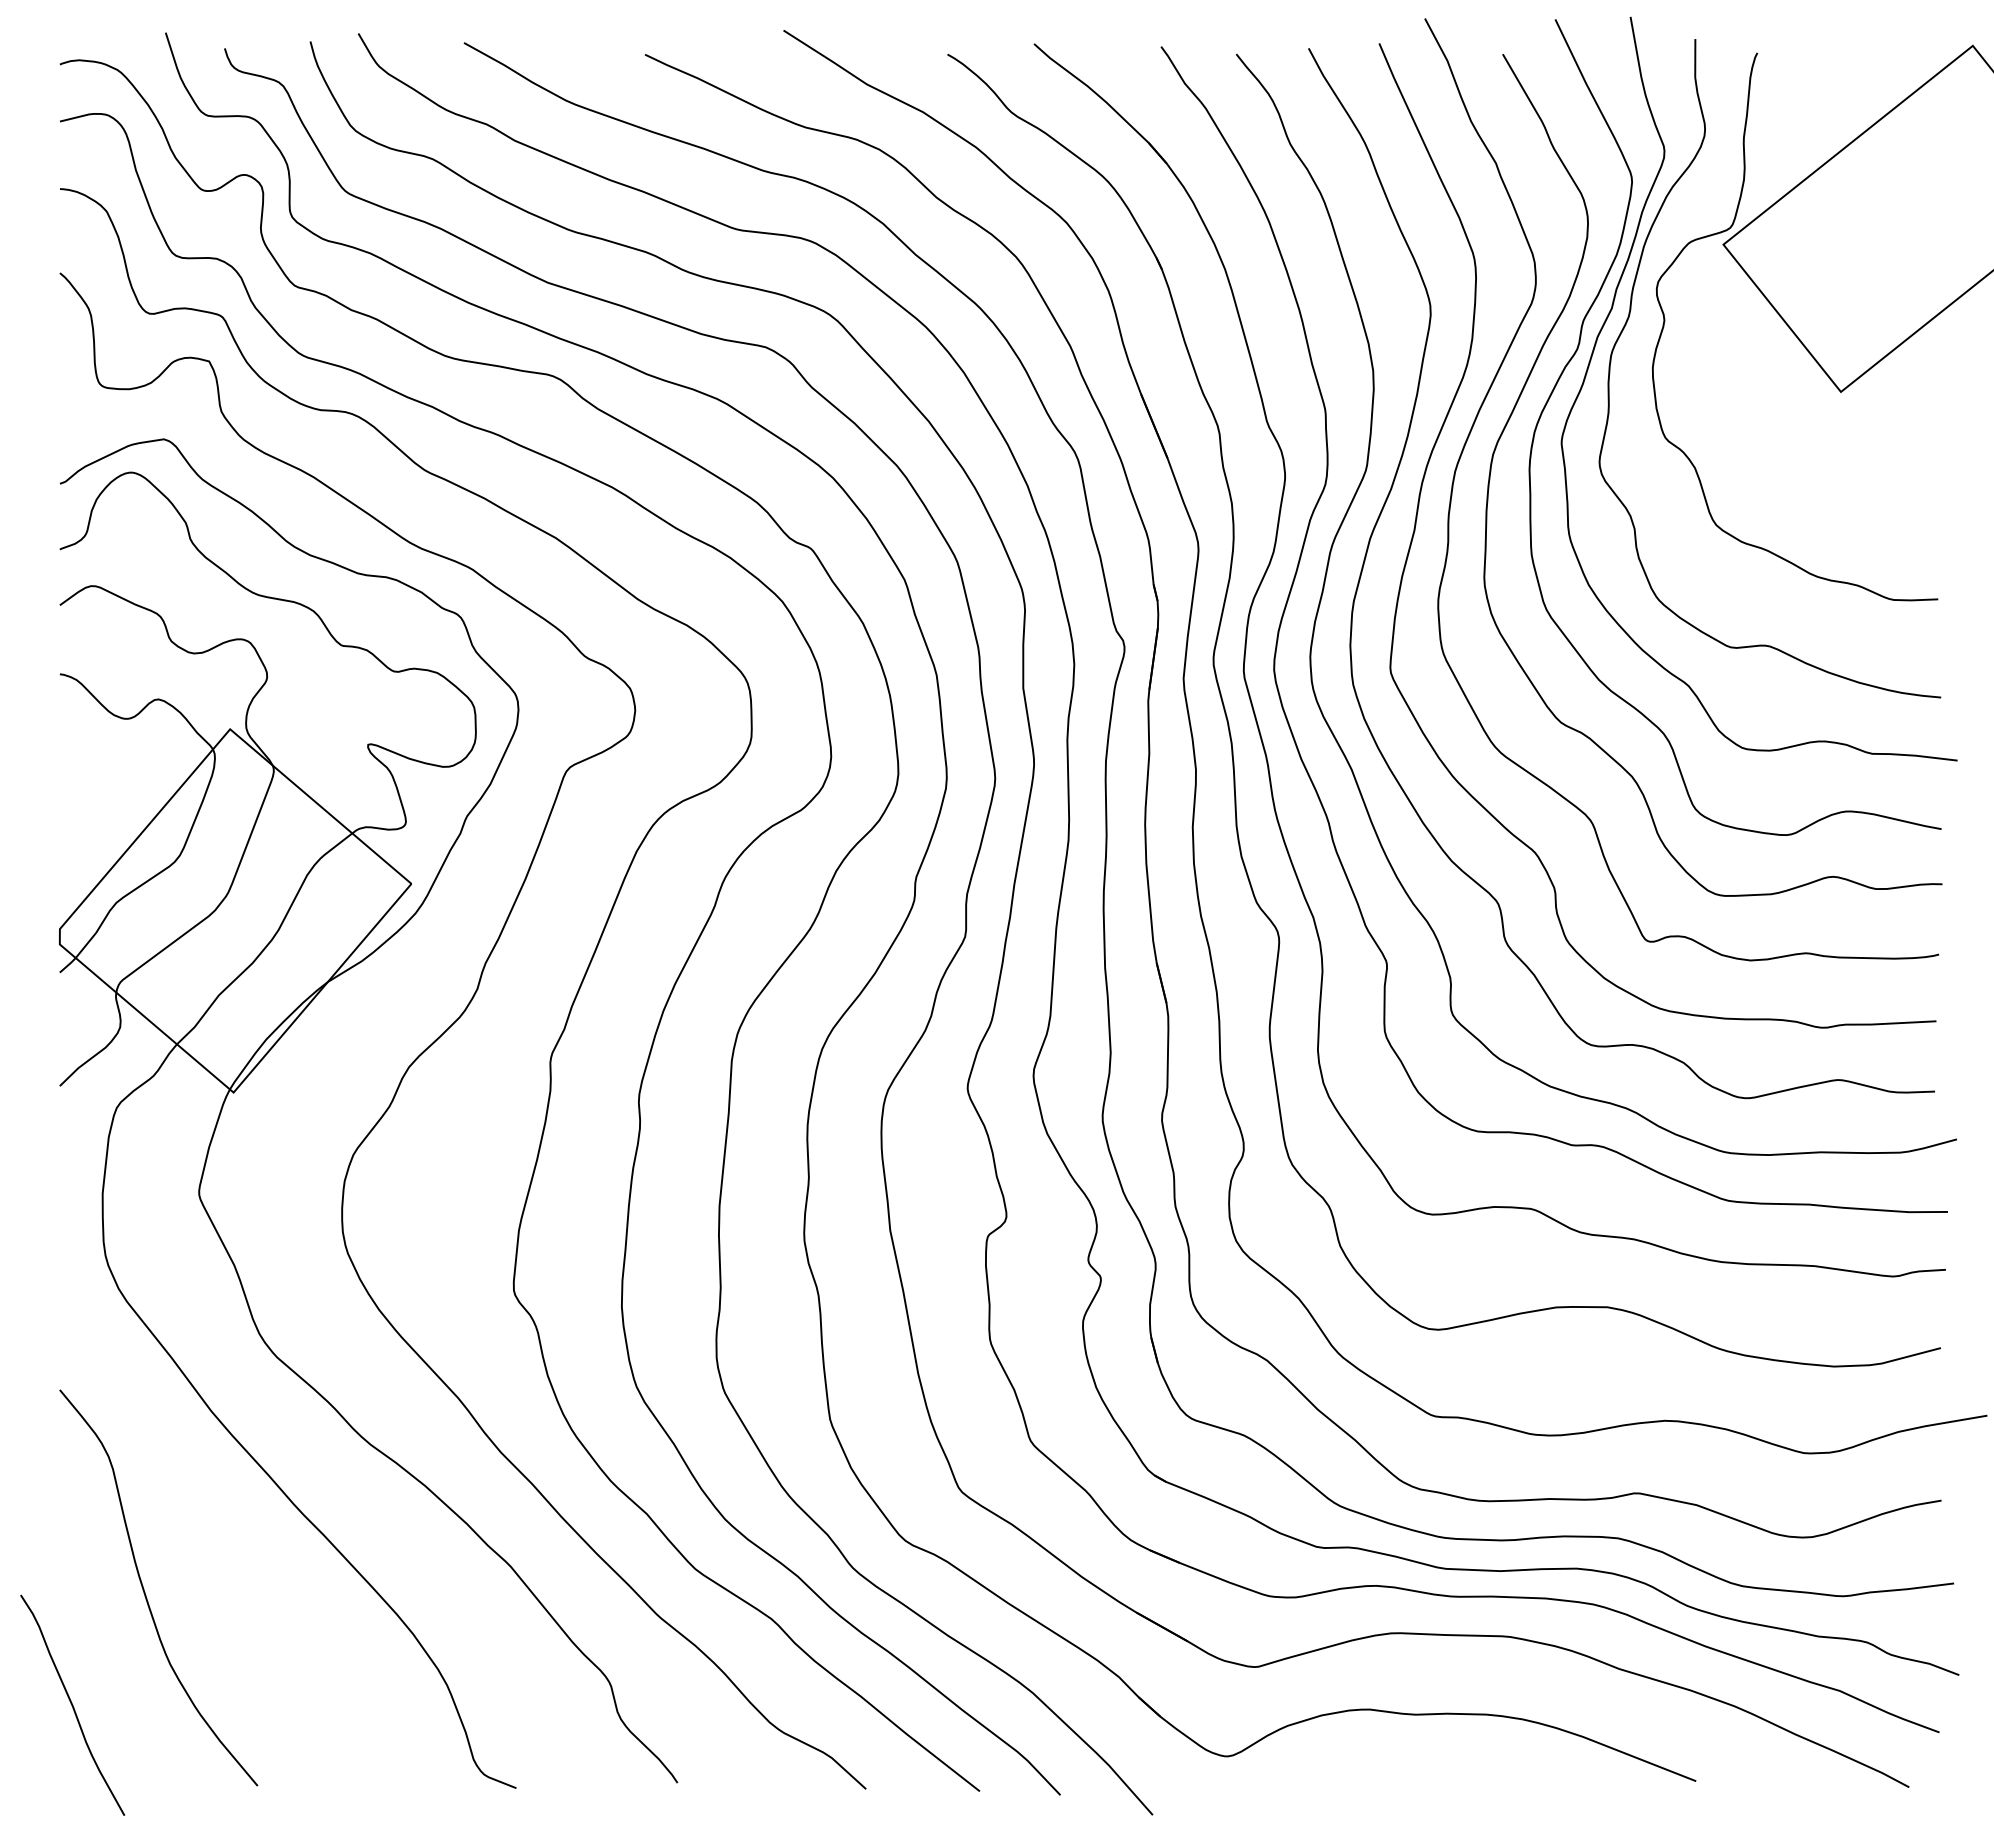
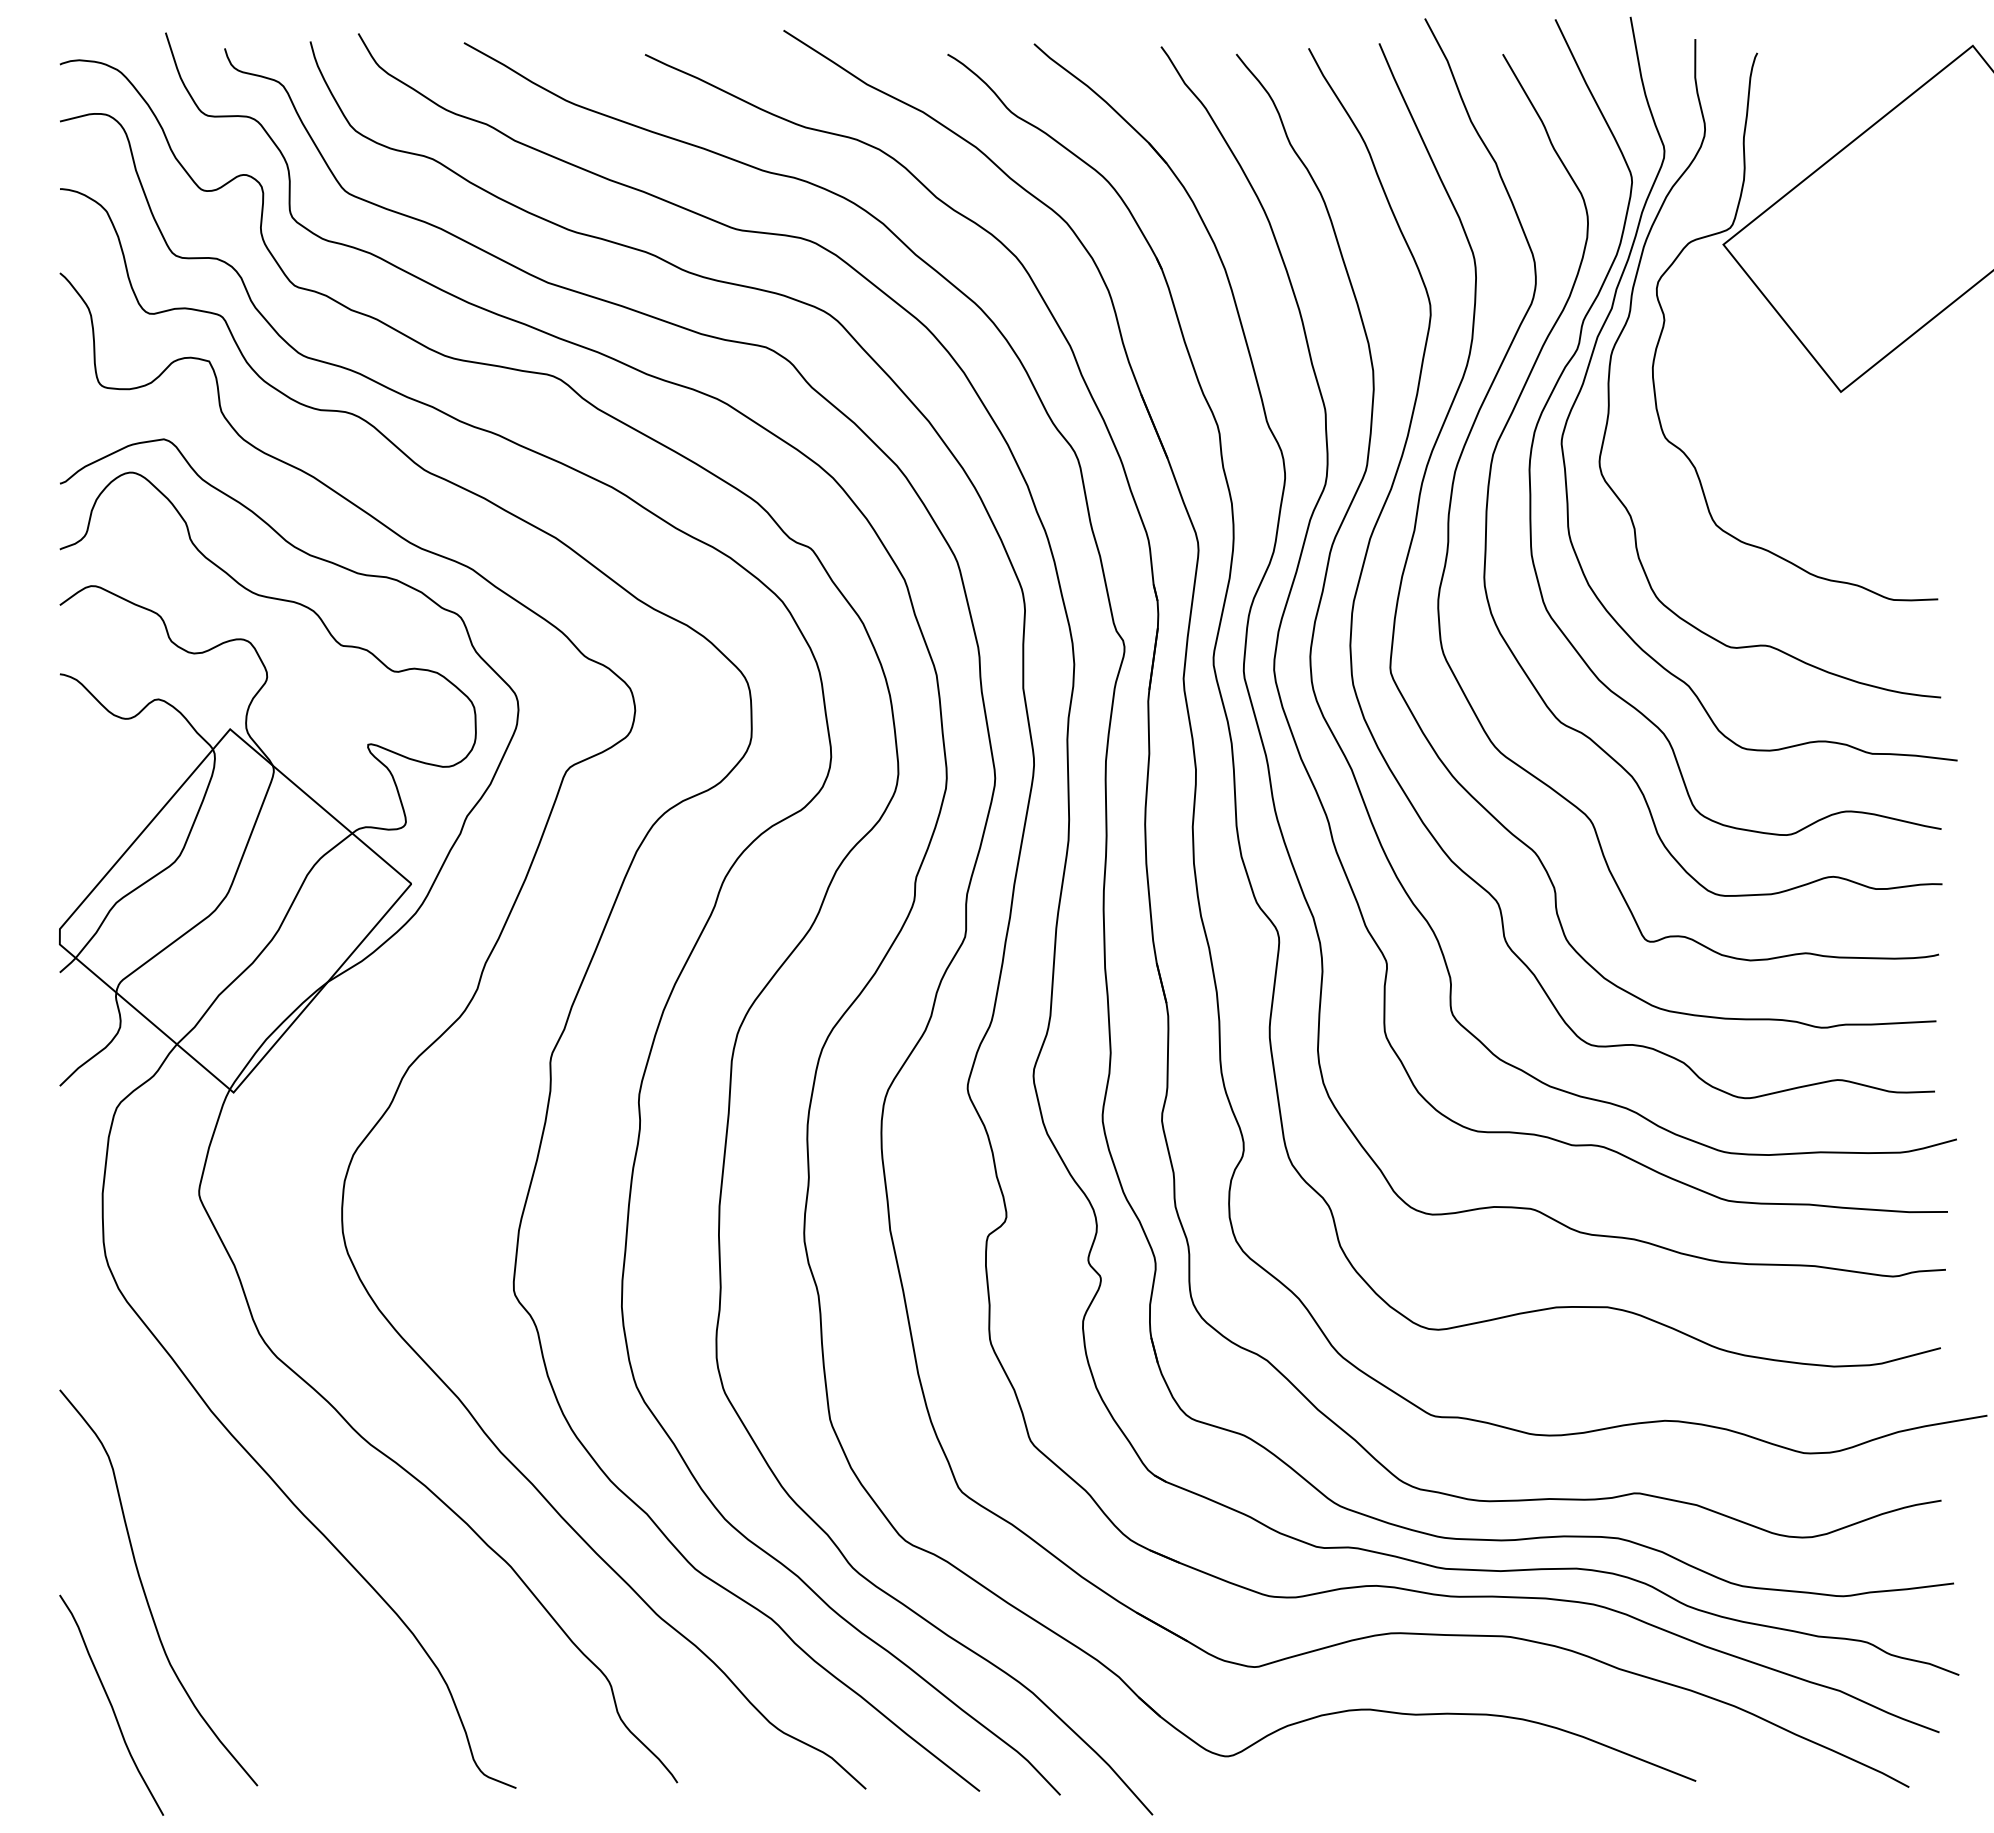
curve at (72, 1704) position: (72, 1704) -> (111, 1704)
